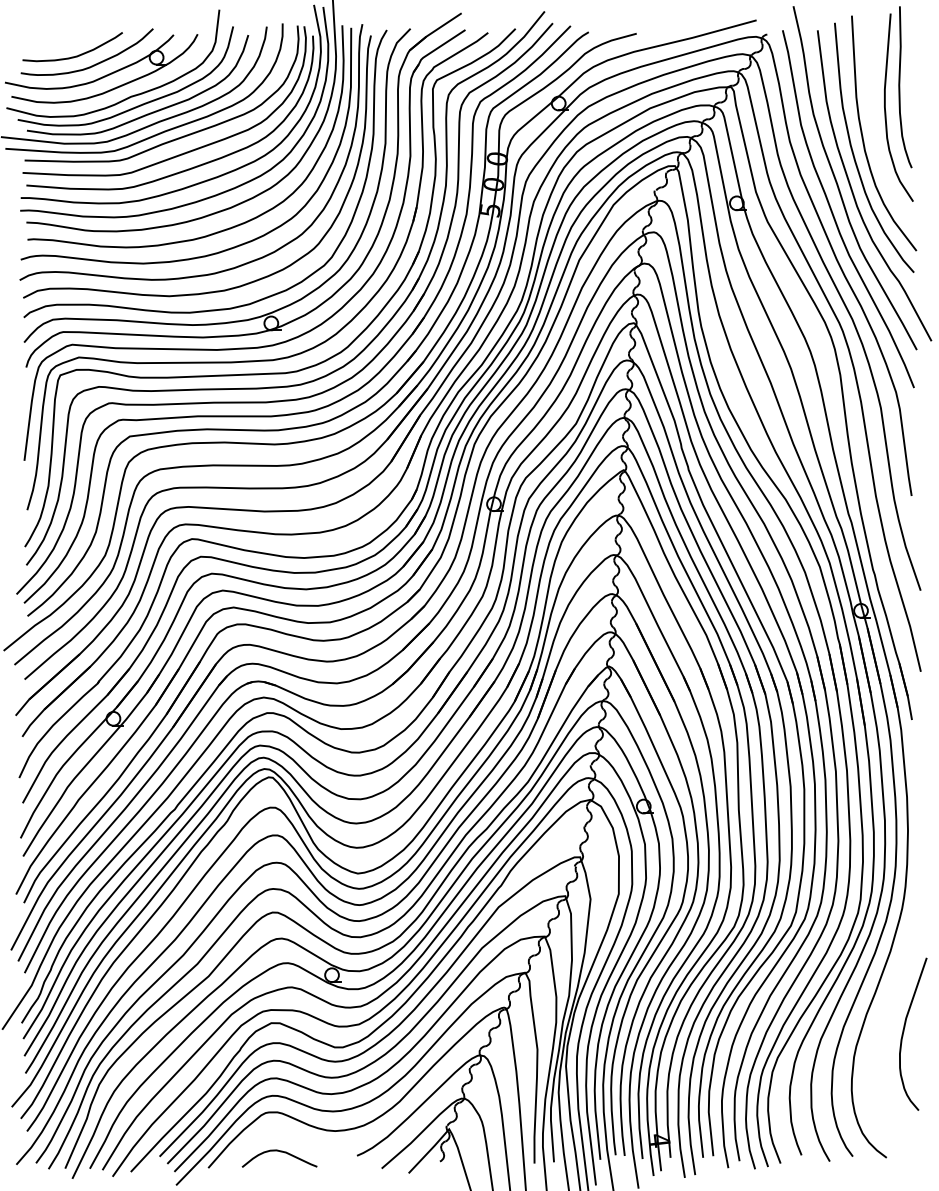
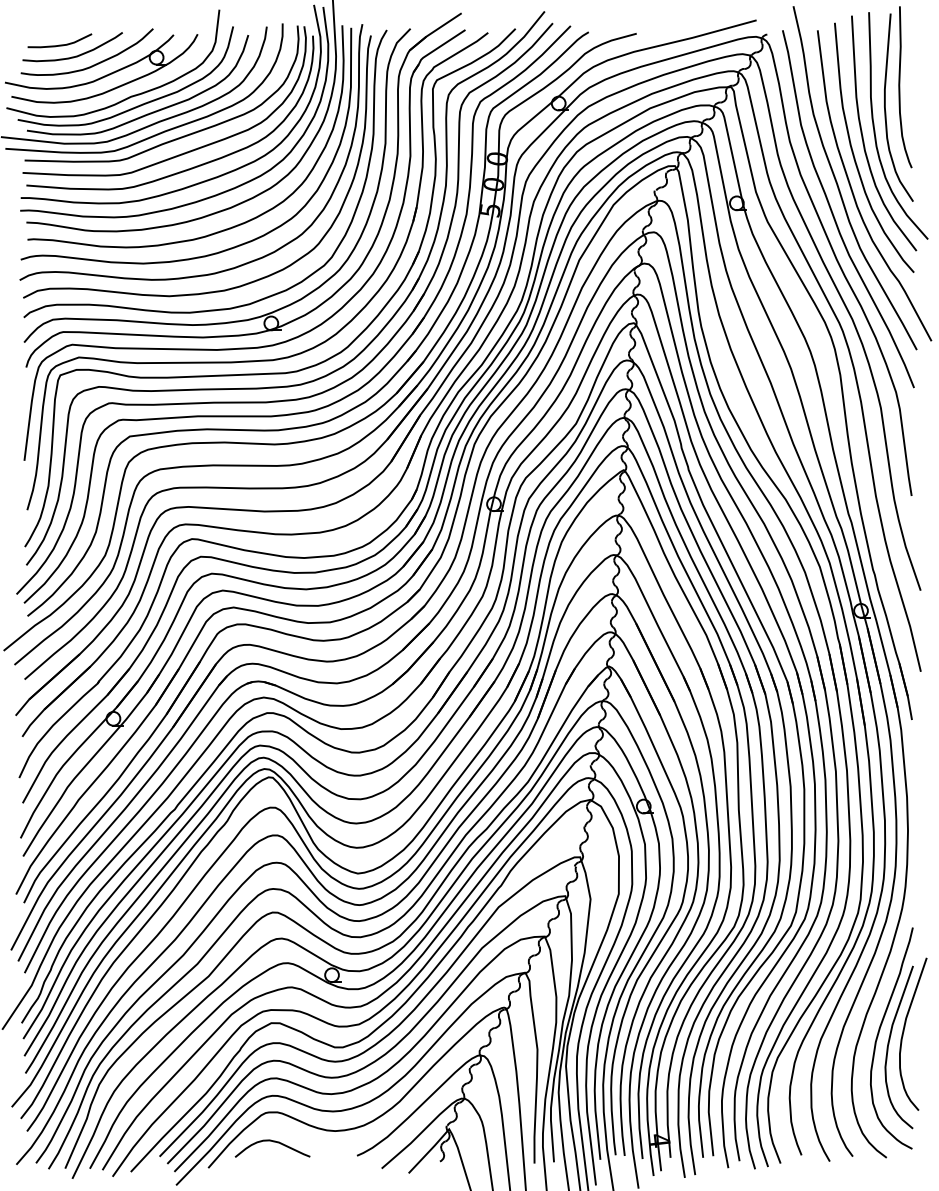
curve at (59, 44): none -> present
curve at (875, 130): none -> present
part at (891, 1038): none -> present
curve at (280, 1152) position: (280, 1152) -> (273, 1142)
